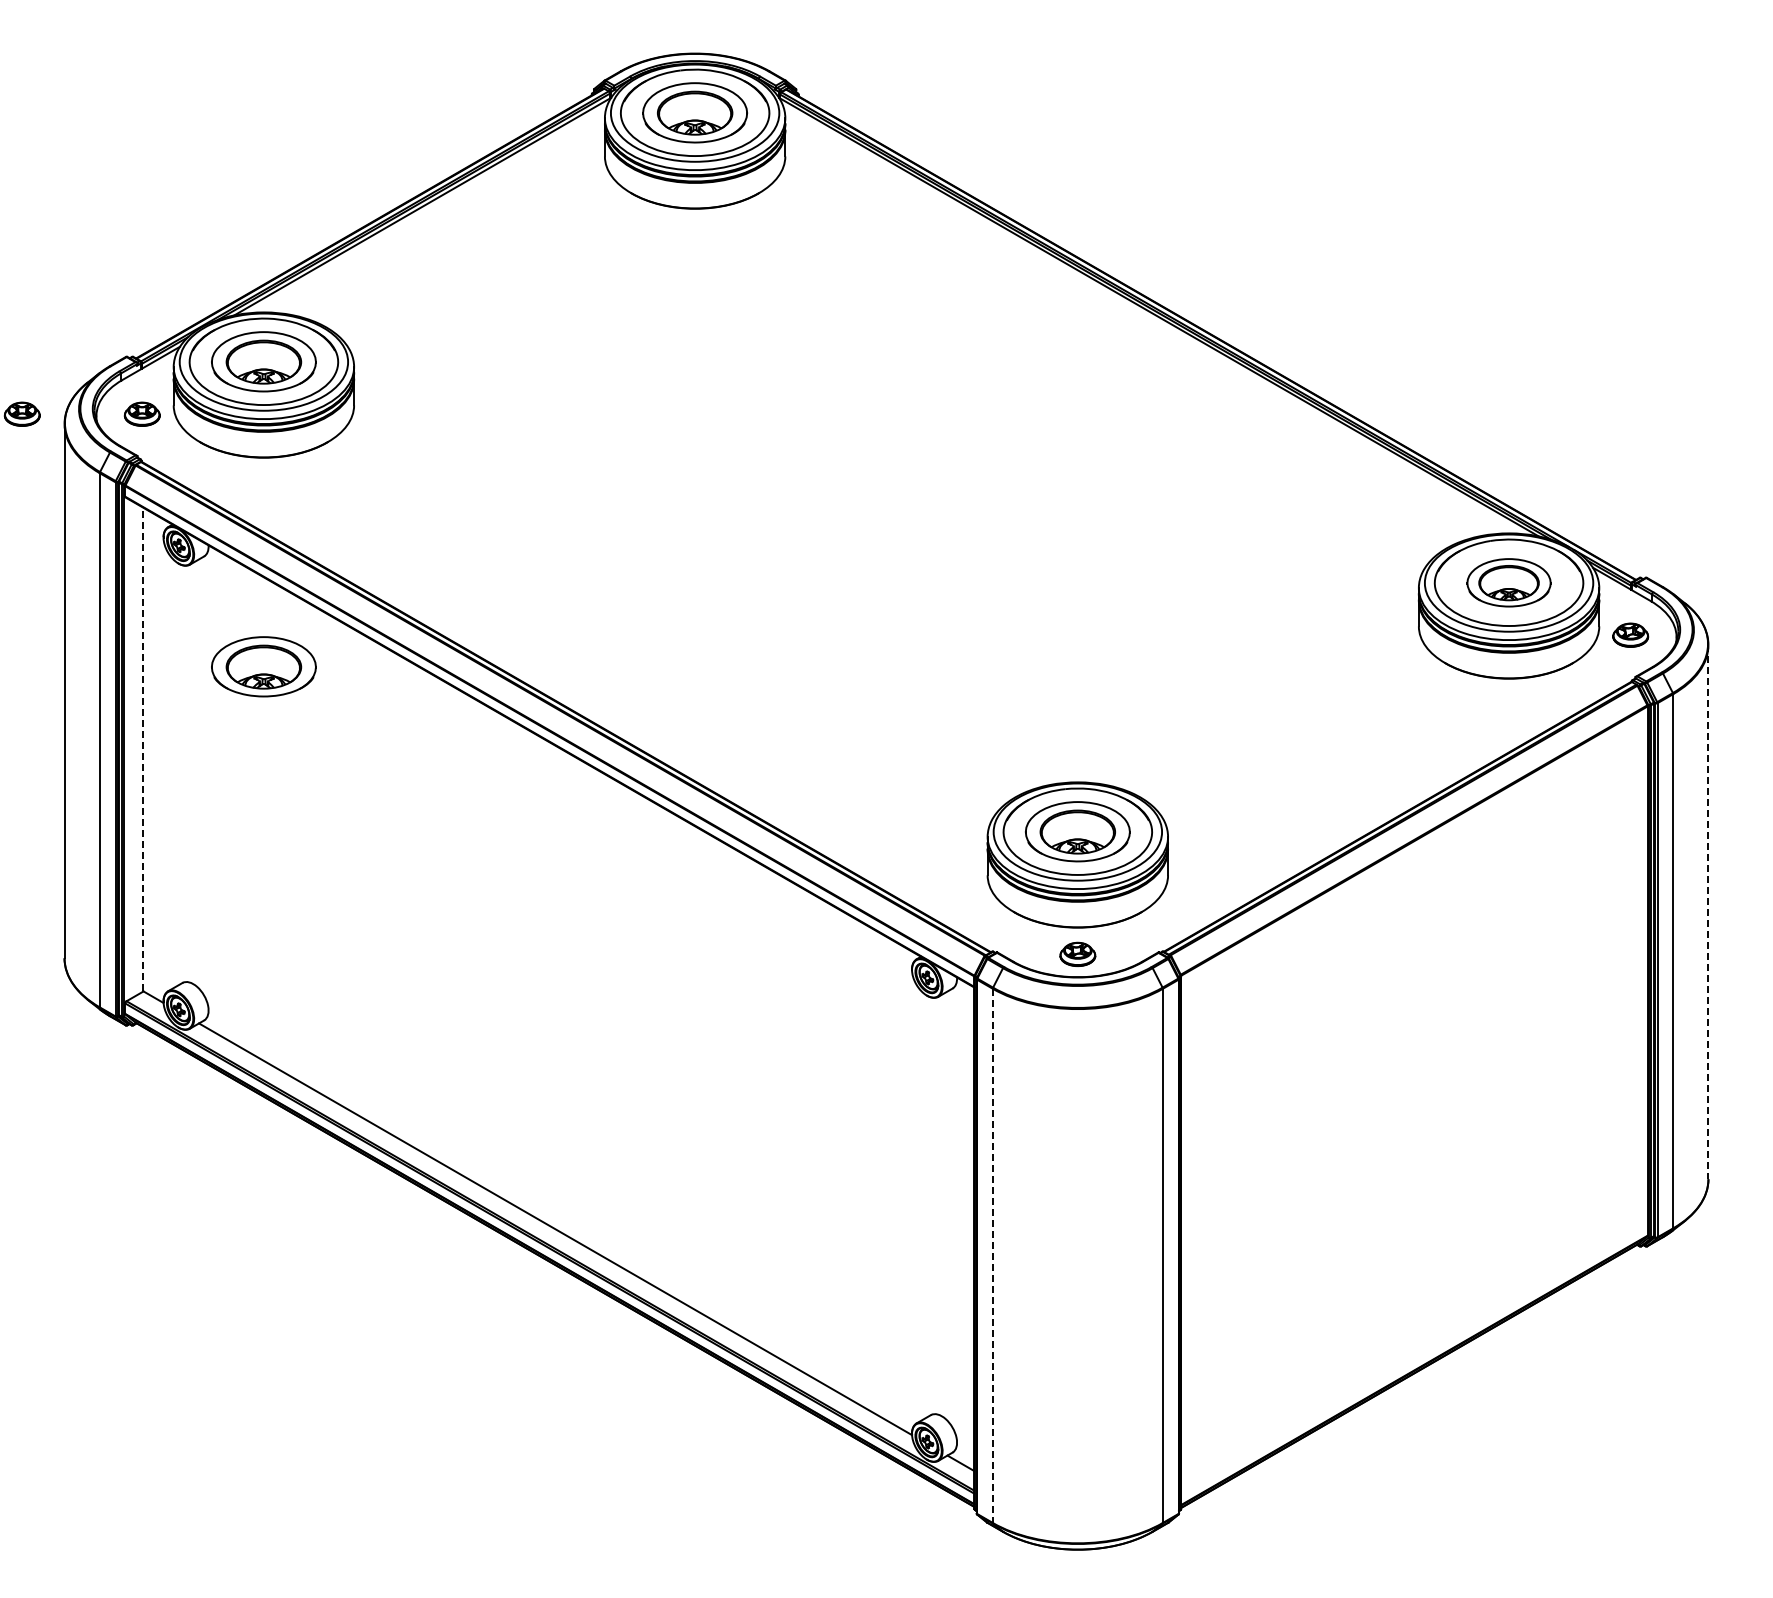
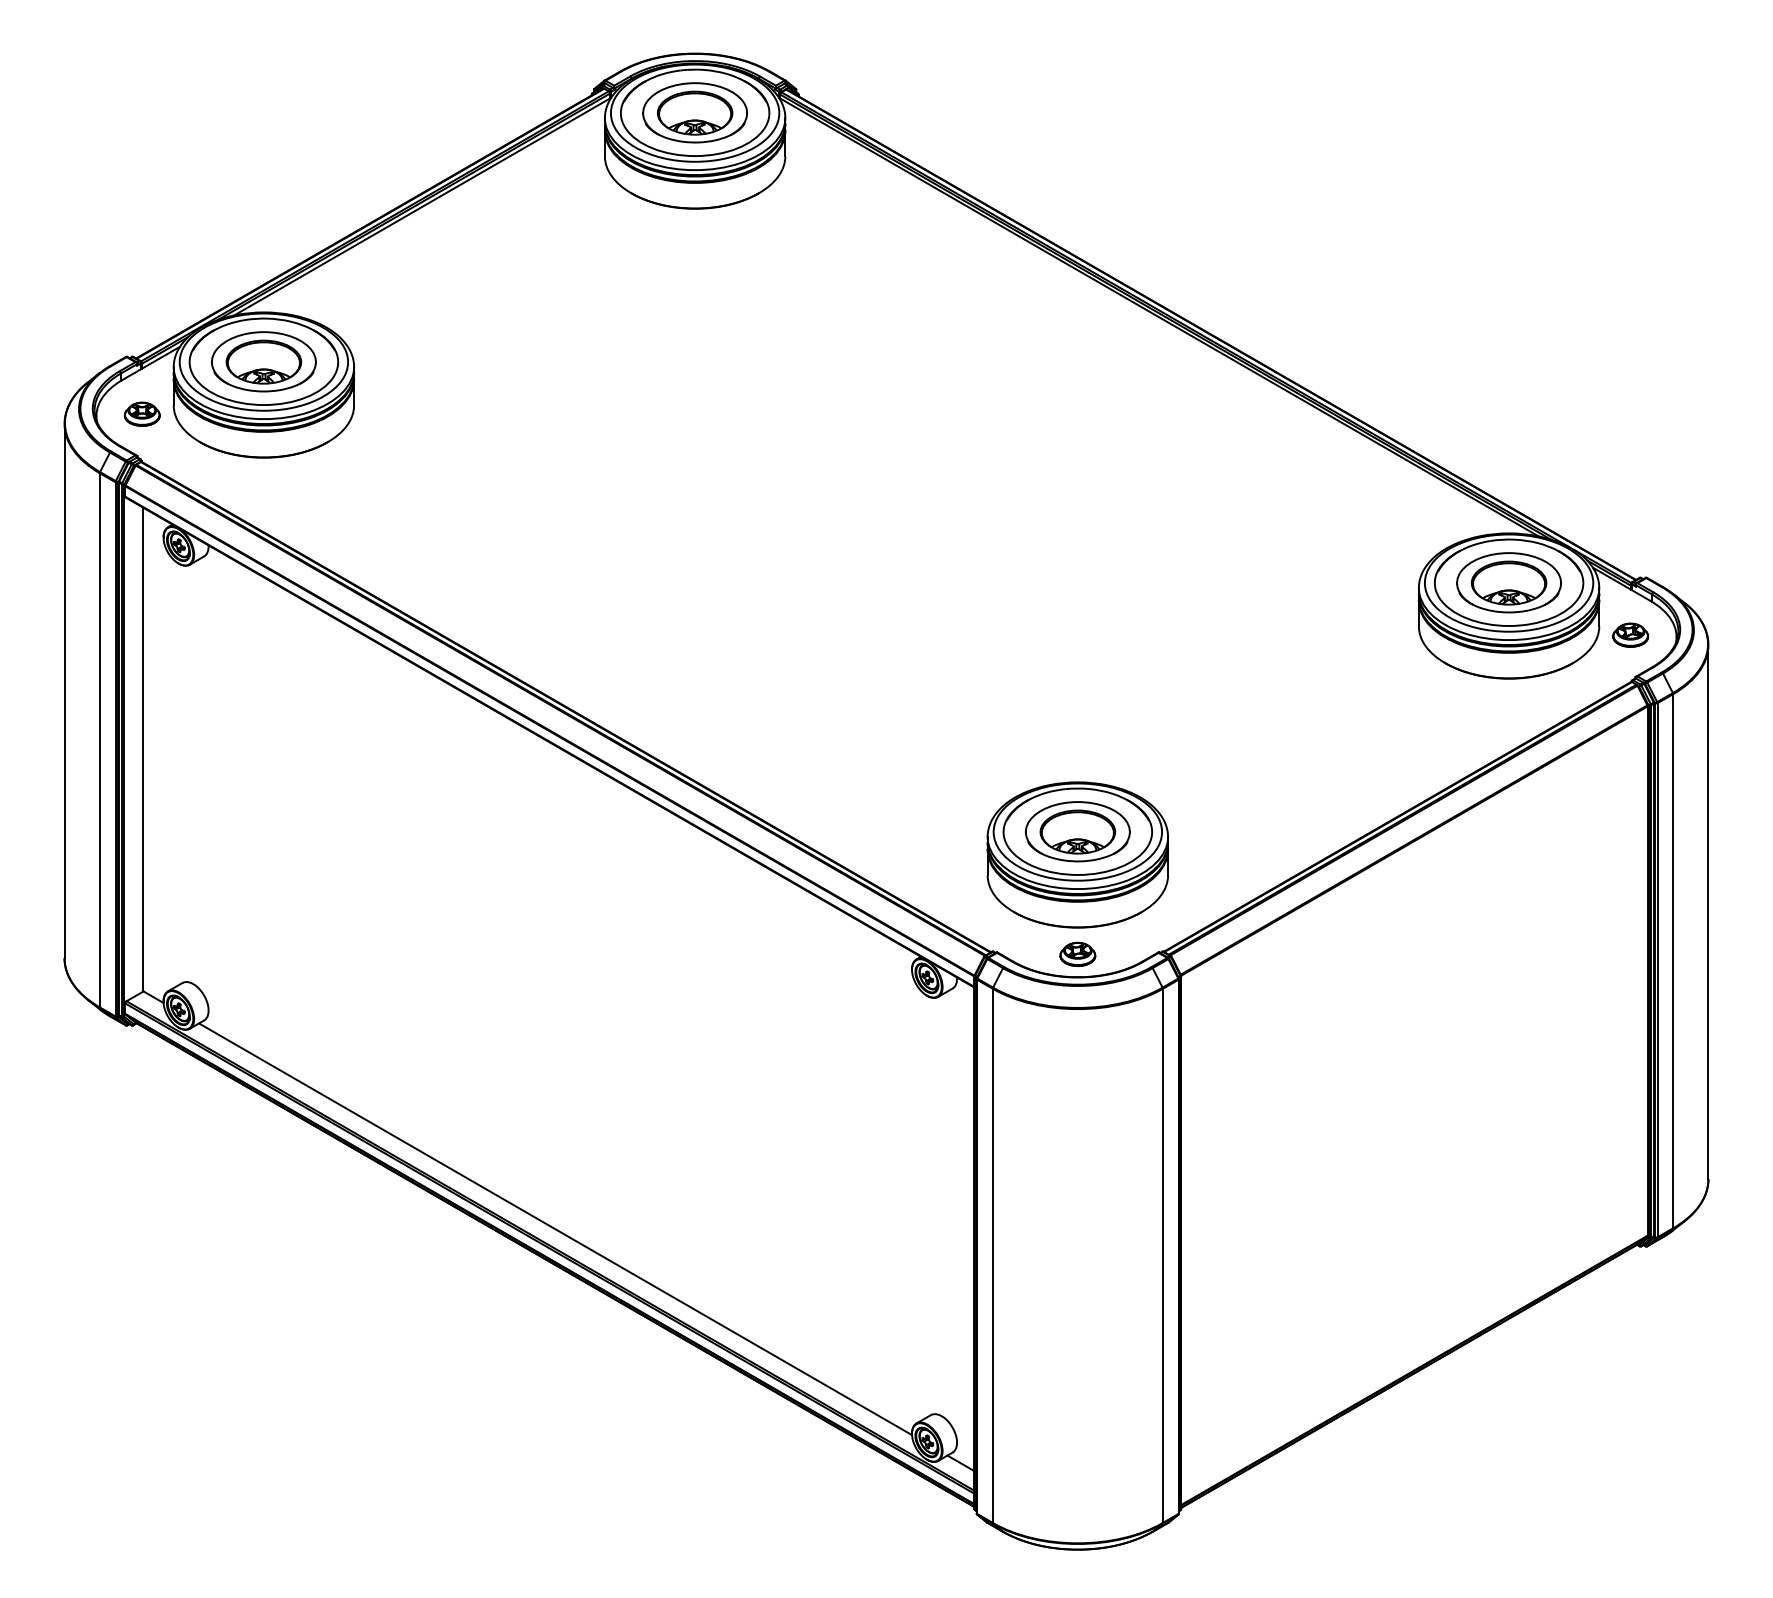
part at (21, 413): present -> none
part at (1508, 582) size: 86x50 px -> 106x62 px
part at (263, 666): present -> none
line at (143, 749): dashed -> solid
line at (1708, 912): dashed -> solid
line at (992, 1256): dashed -> solid
